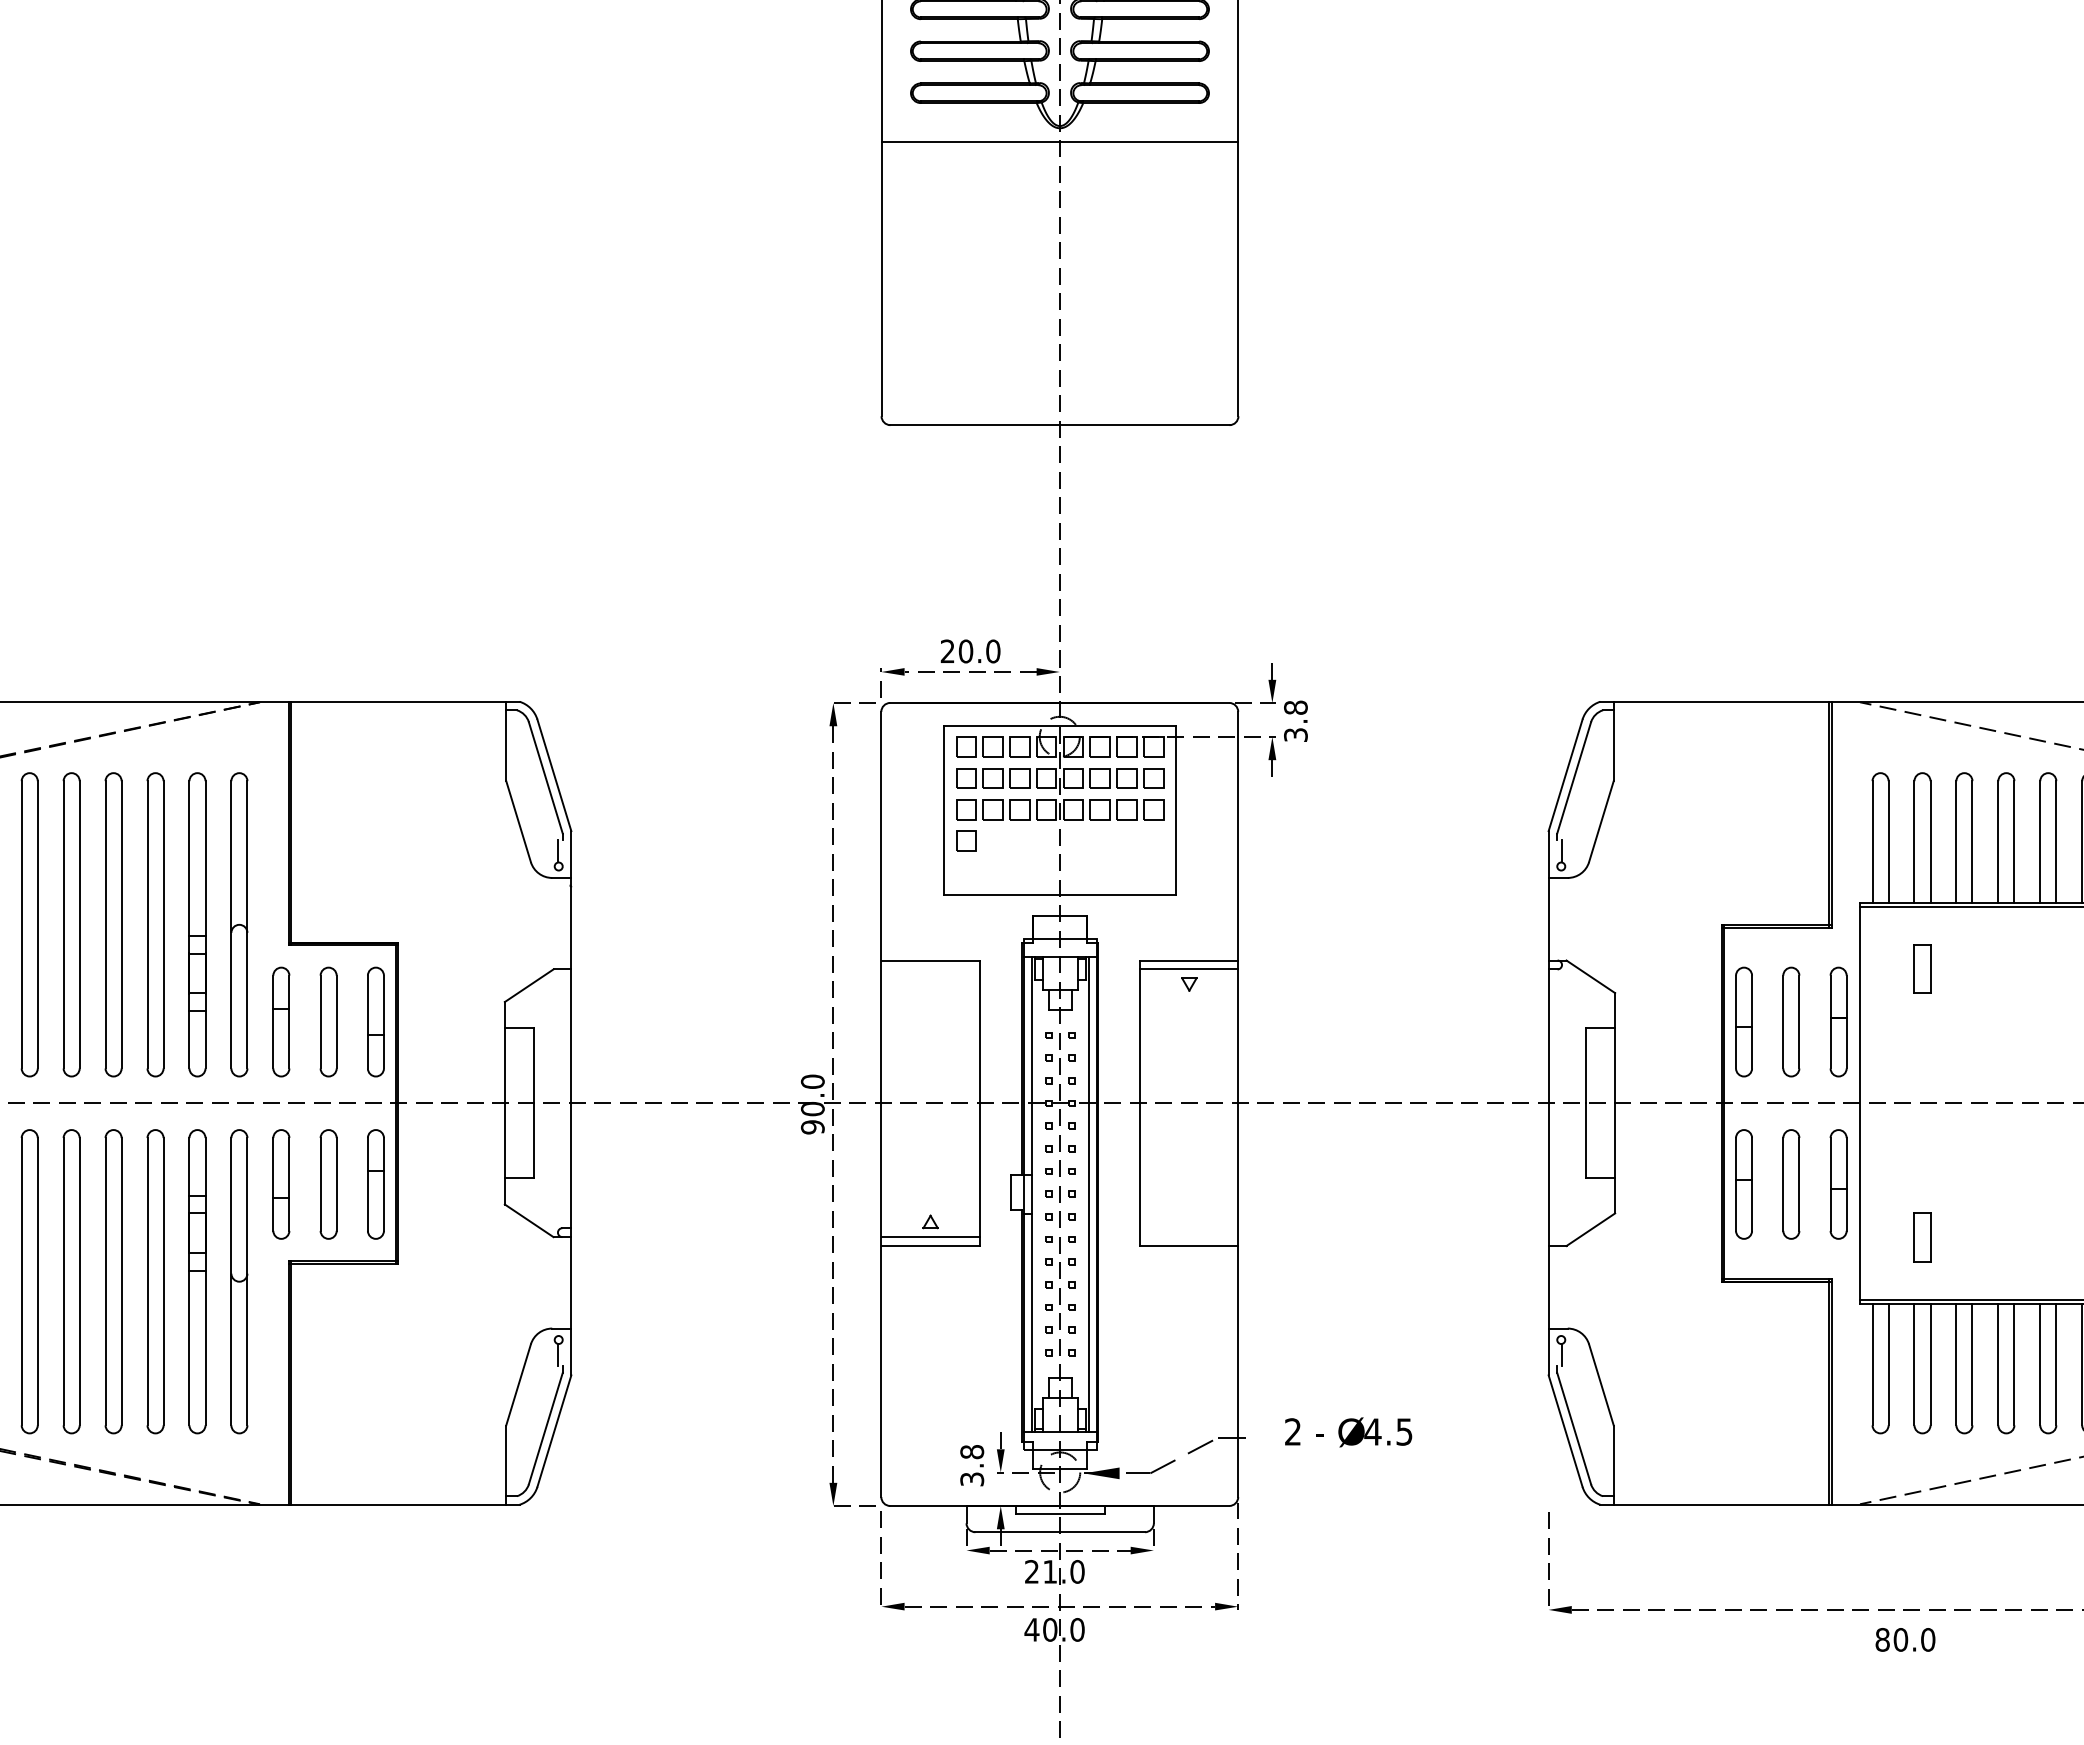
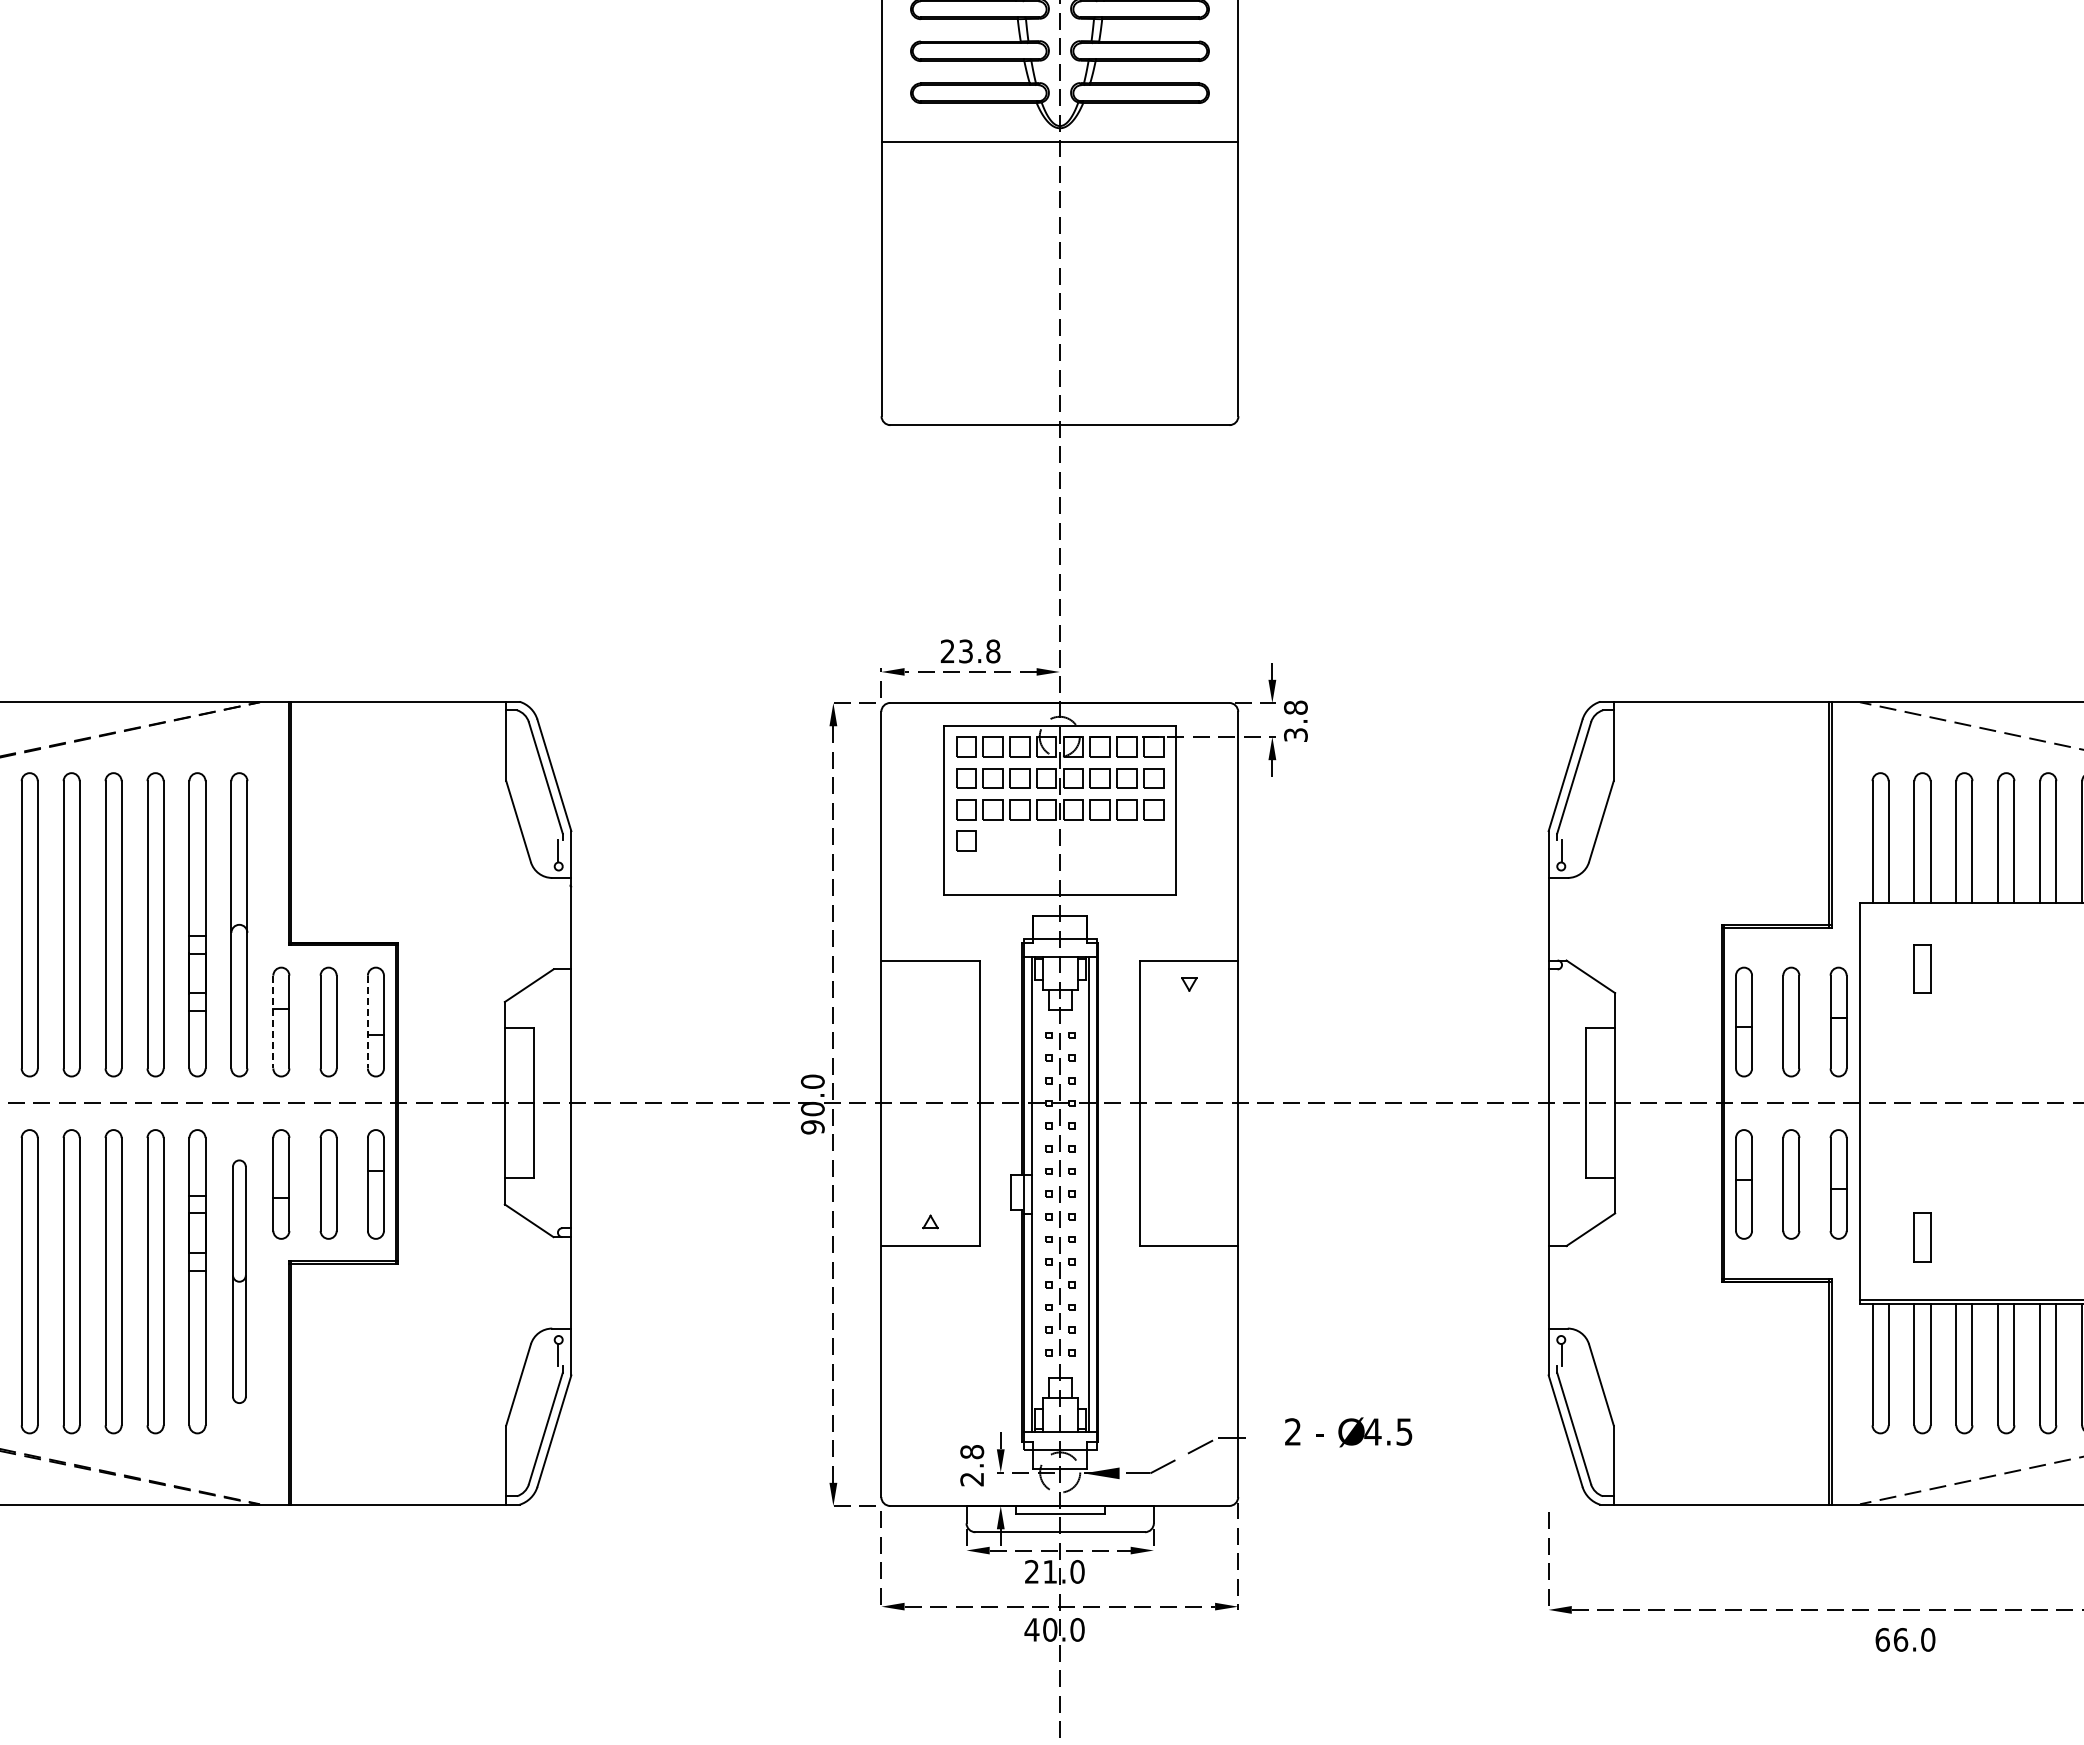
text at (979, 651): 20.0 -> 23.8
line at (1969, 906): present -> none
line at (1189, 969): present -> none
line at (273, 1022): solid -> dashed
line at (367, 1022): solid -> dashed
line at (930, 1237): present -> none
part at (239, 1281) size: 19x306 px -> 15x245 px
text at (972, 1479): 3.8 -> 2.8
text at (1891, 1639): 80.0 -> 66.0
